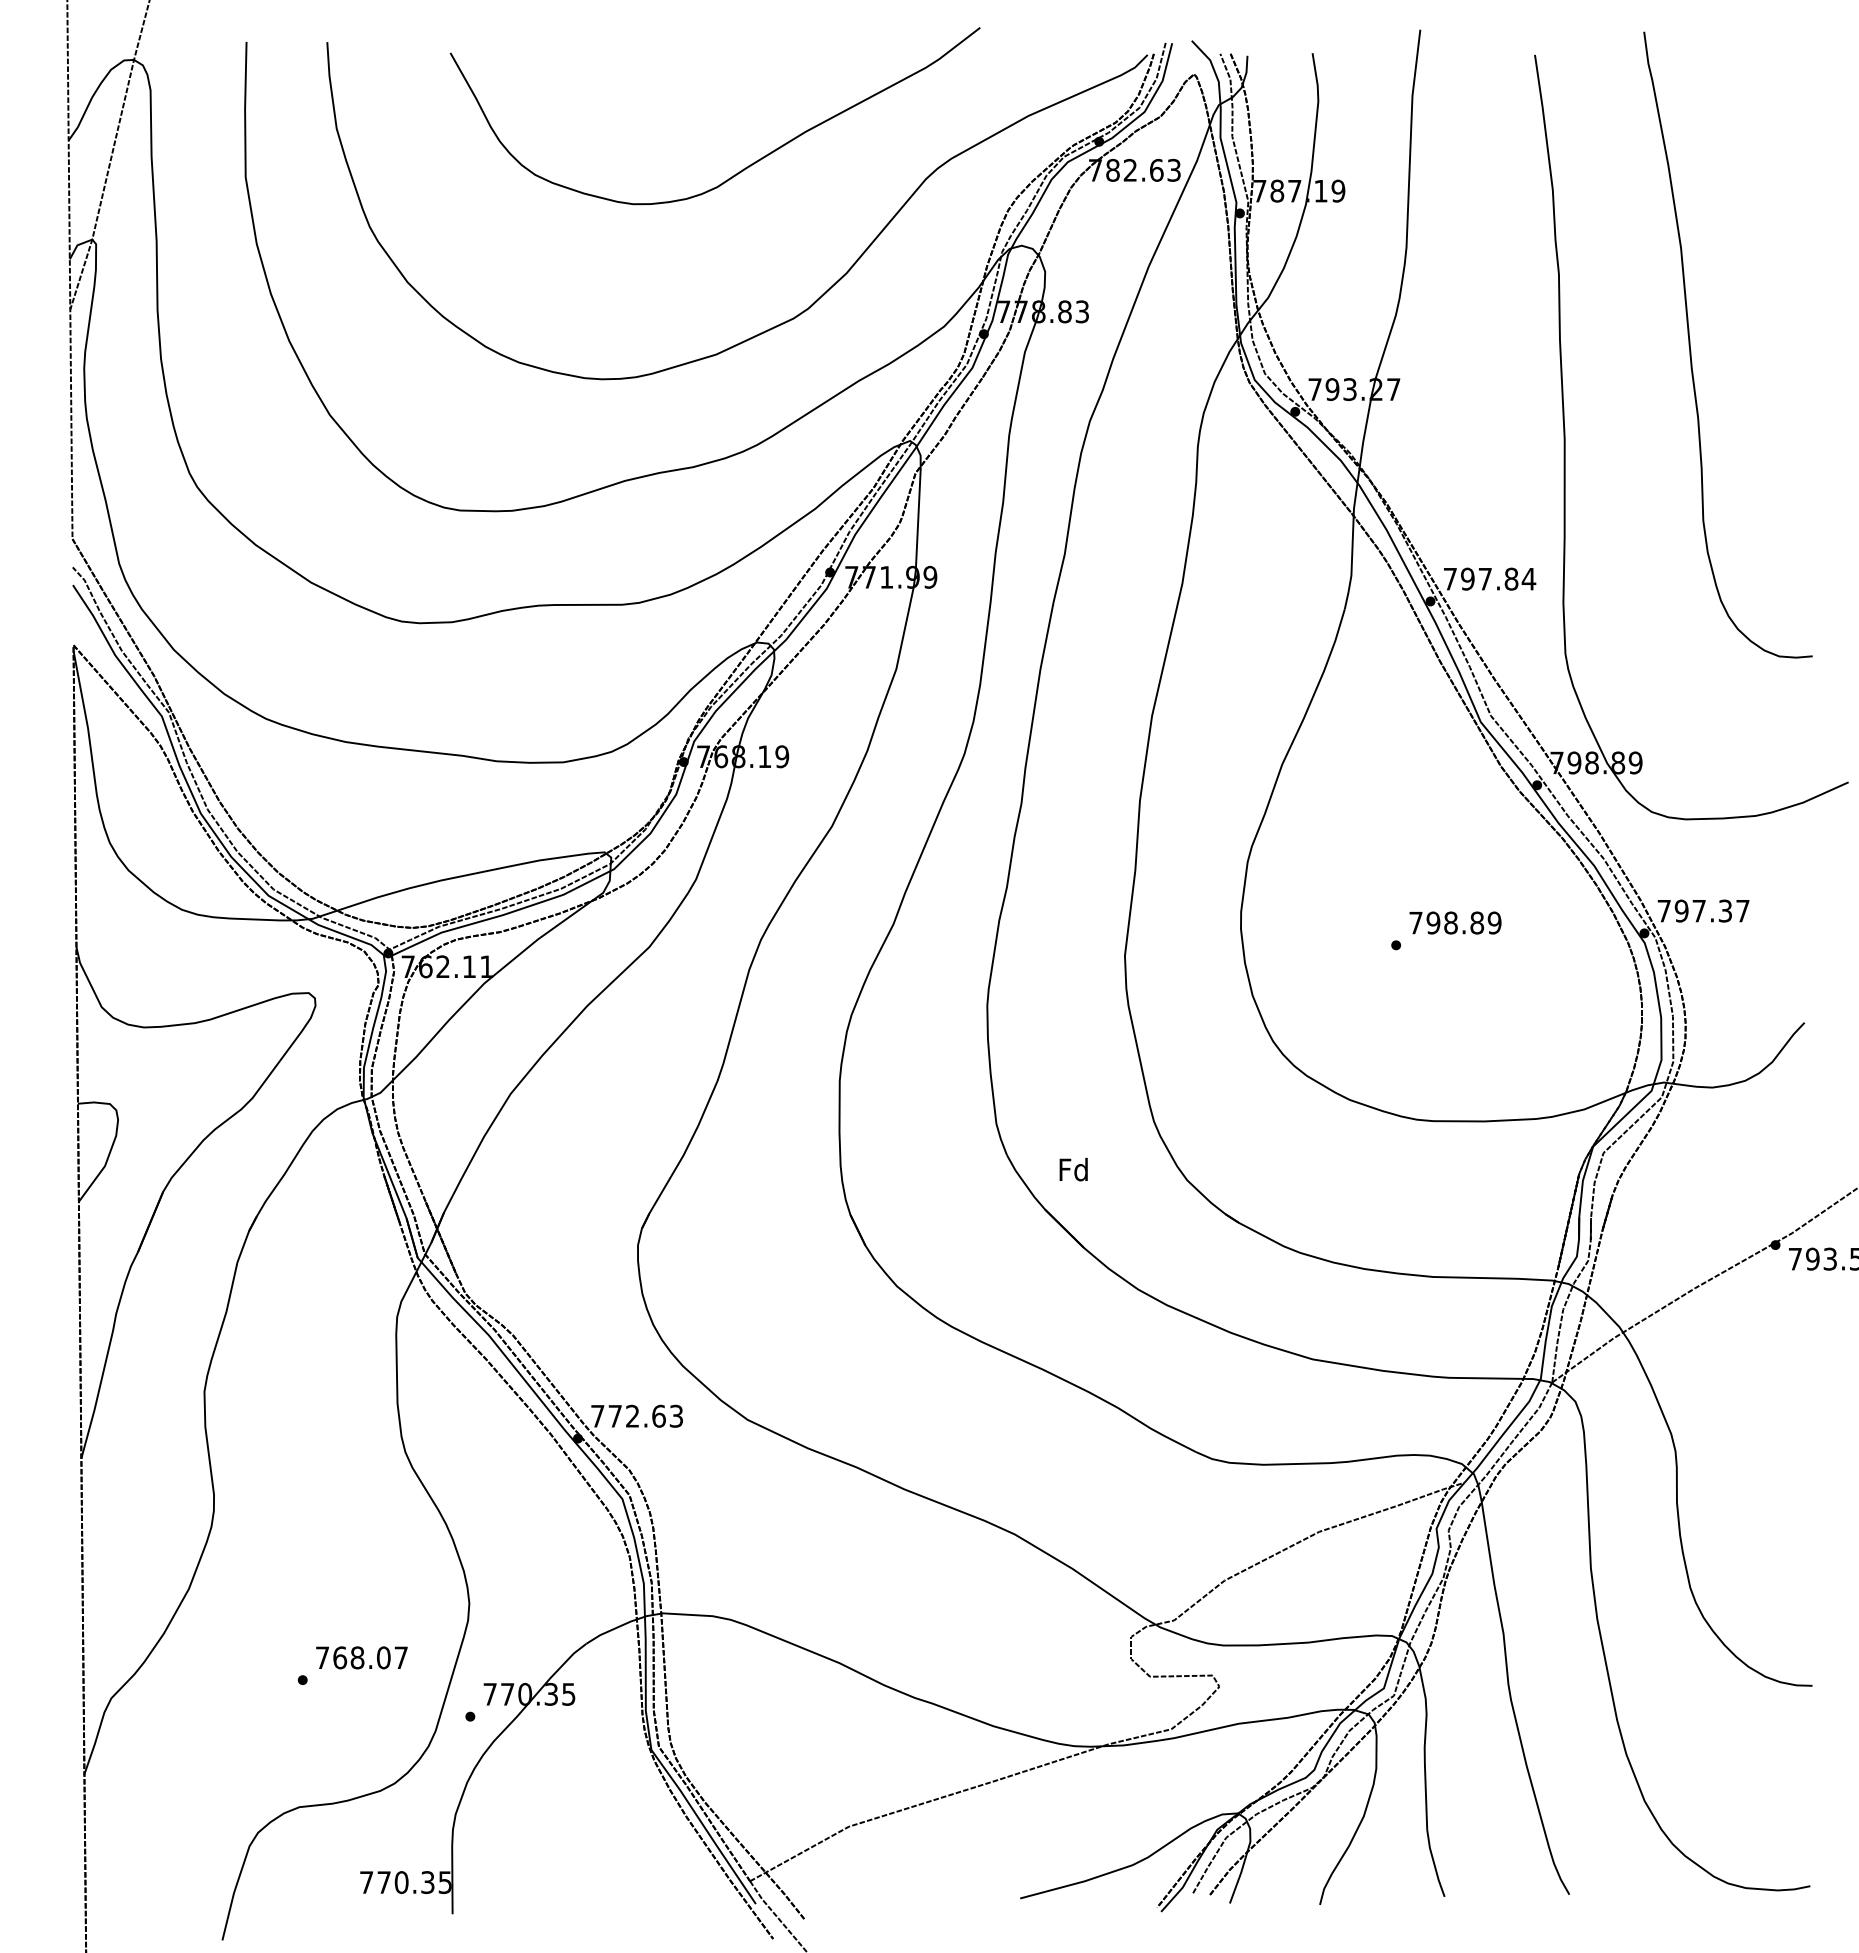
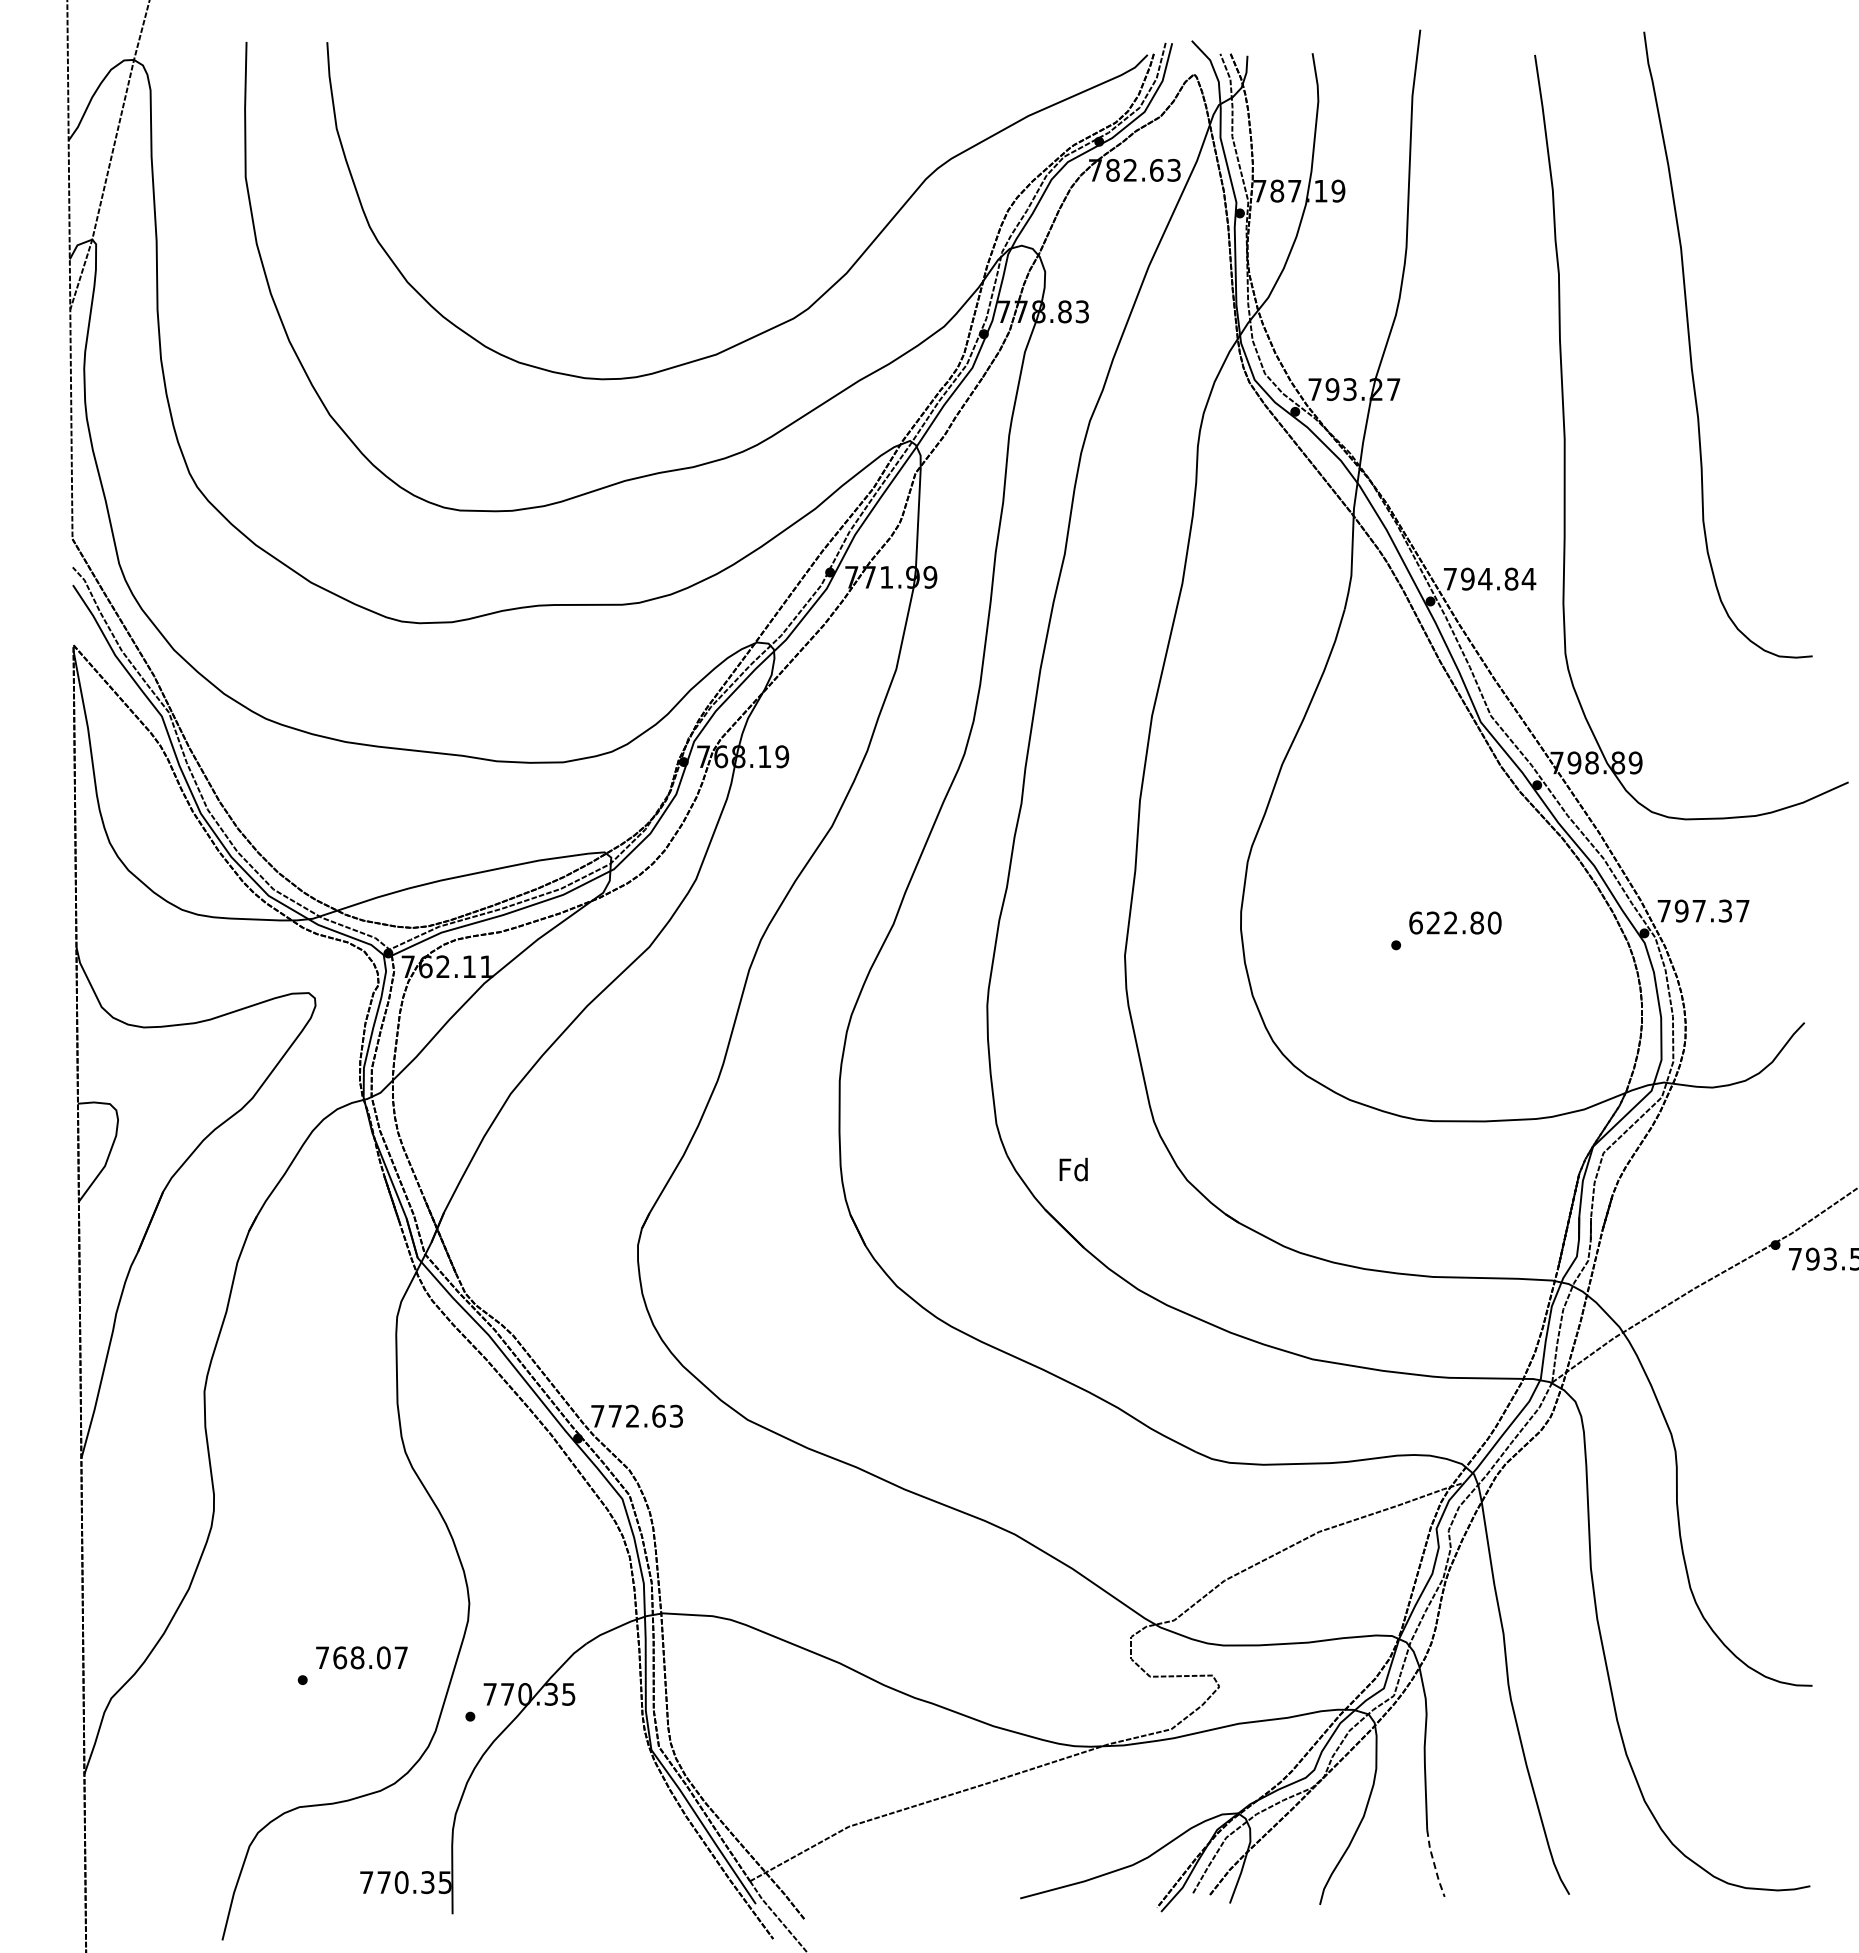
curve at (743, 168): present -> none
text at (1485, 579): 797.84 -> 794.84
text at (1455, 922): 798.89 -> 622.80
line at (1434, 1864): solid -> dashed
